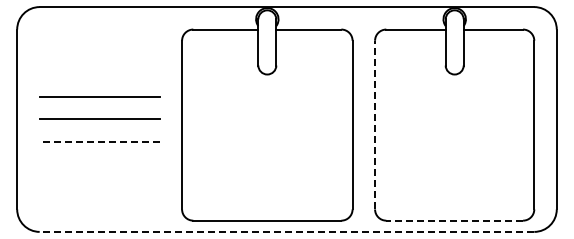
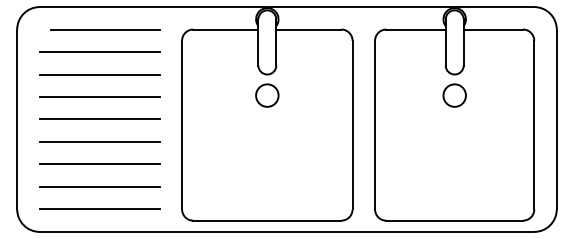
line at (104, 29): none -> present
line at (99, 52): none -> present
line at (99, 74): none -> present
circle at (267, 95): none -> present
circle at (454, 95): none -> present
line at (375, 124): dashed -> solid
line at (99, 141): dashed -> solid
line at (99, 164): none -> present
line at (99, 186): none -> present
line at (99, 209): none -> present
line at (454, 220): dashed -> solid
line at (286, 231): dashed -> solid
